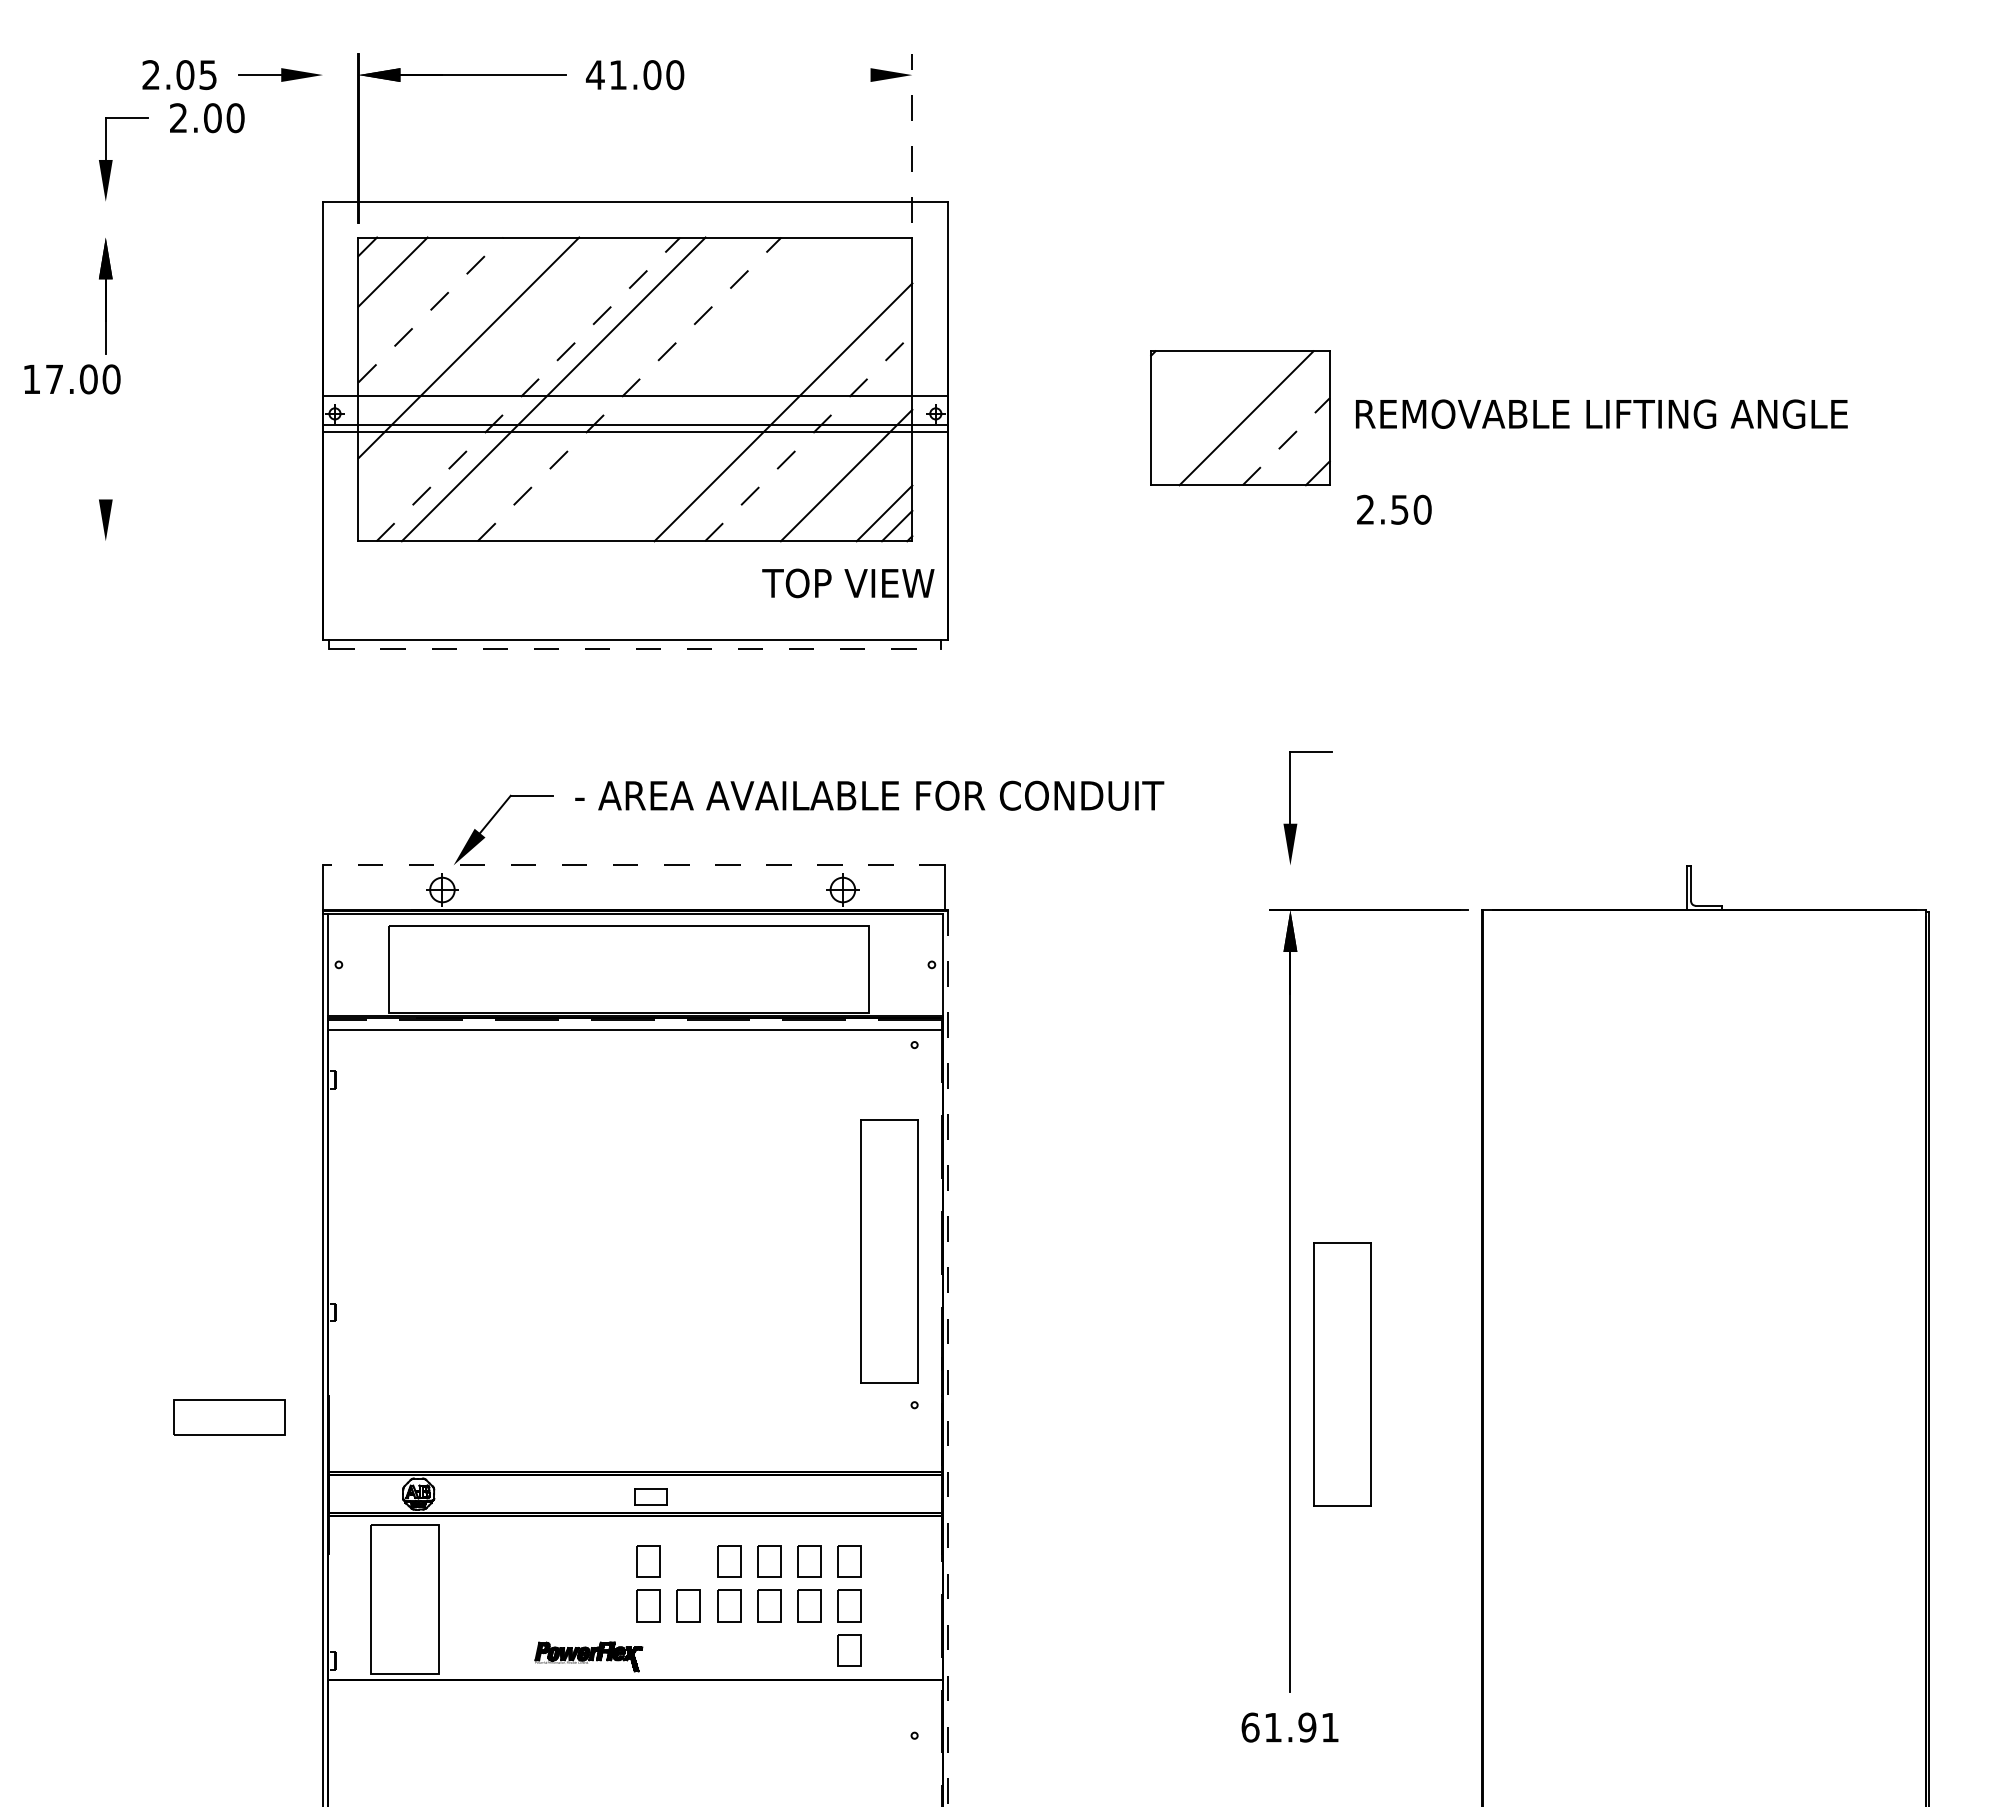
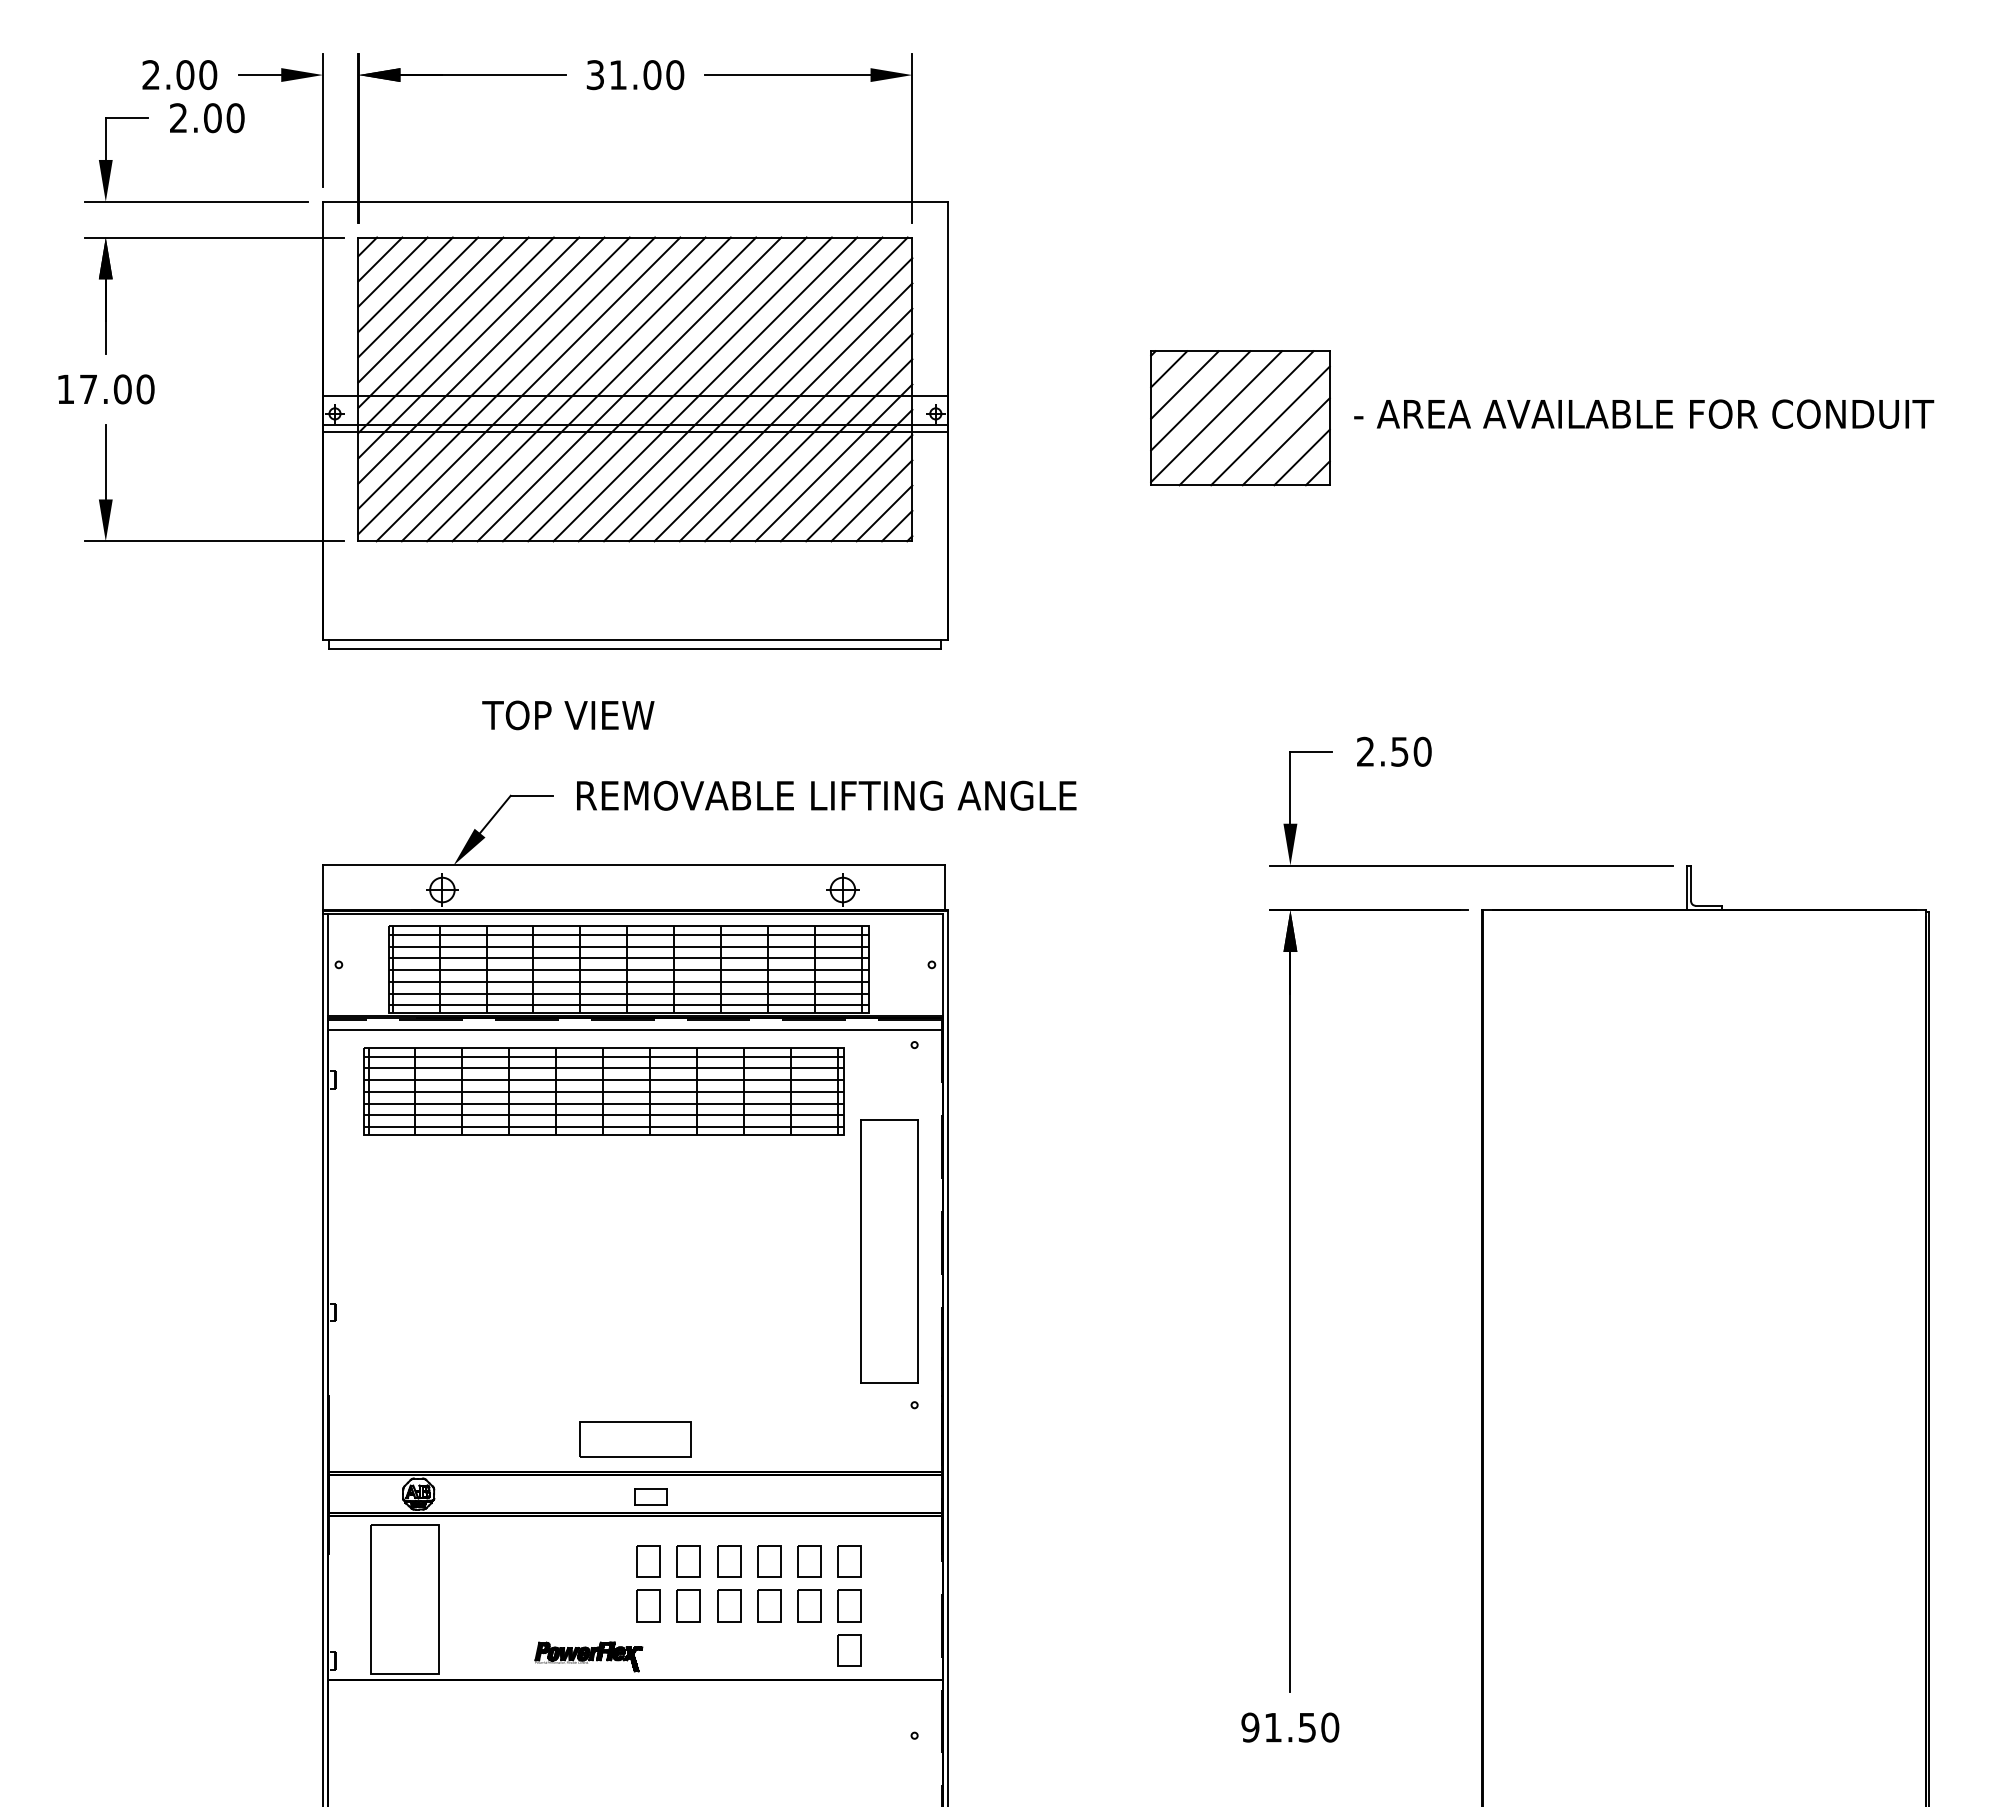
text at (208, 75): 2.05 -> 2.00
text at (594, 75): 41.00 -> 31.00
line at (787, 75): none -> present
line at (323, 120): none -> present
line at (912, 138): dashed -> solid
line at (196, 201): none -> present
line at (213, 237): none -> present
line at (380, 259): none -> present
line at (405, 284): none -> present
line at (418, 297): none -> present
line at (430, 310): dashed -> solid
line at (443, 322): none -> present
line at (455, 335): none -> present
line at (481, 360): none -> present
line at (1169, 369): none -> present
line at (493, 372): none -> present
text at (72, 379) position: (72, 379) -> (106, 389)
line at (1184, 384): none -> present
line at (506, 385): none -> present
line at (528, 389): dashed -> solid
line at (578, 389): none -> present
line at (604, 389): none -> present
line at (629, 389): dashed -> solid
line at (654, 389): none -> present
line at (679, 389): none -> present
line at (705, 389): none -> present
line at (730, 389): none -> present
line at (755, 389): none -> present
line at (770, 399): none -> present
line at (1200, 400): none -> present
text at (1644, 413): REMOVABLE LIFTING ANGLE -> - AREA AVAILABLE FOR CONDUIT
line at (1216, 416): none -> present
line at (795, 424): none -> present
line at (1270, 425): none -> present
line at (808, 437): dashed -> solid
line at (1286, 441): dashed -> solid
line at (821, 450): none -> present
line at (1301, 457): none -> present
line at (105, 461): none -> present
line at (833, 462): none -> present
line at (859, 488): none -> present
line at (871, 500): none -> present
text at (1394, 509) position: (1394, 509) -> (1394, 751)
line at (213, 541): none -> present
text at (848, 583) position: (848, 583) -> (568, 715)
line at (635, 648): dashed -> solid
text at (869, 795): - AREA AVAILABLE FOR CONDUIT -> REMOVABLE LIFTING ANGLE
line at (633, 865): dashed -> solid
line at (1470, 865): none -> present
hatch at (628, 969): none -> present
part at (603, 1091): none -> present
line at (948, 1358): dashed -> solid
part at (1342, 1374): present -> none
part at (229, 1417) position: (229, 1417) -> (635, 1439)
part at (688, 1561): none -> present
text at (1290, 1727): 61.91 -> 91.50
